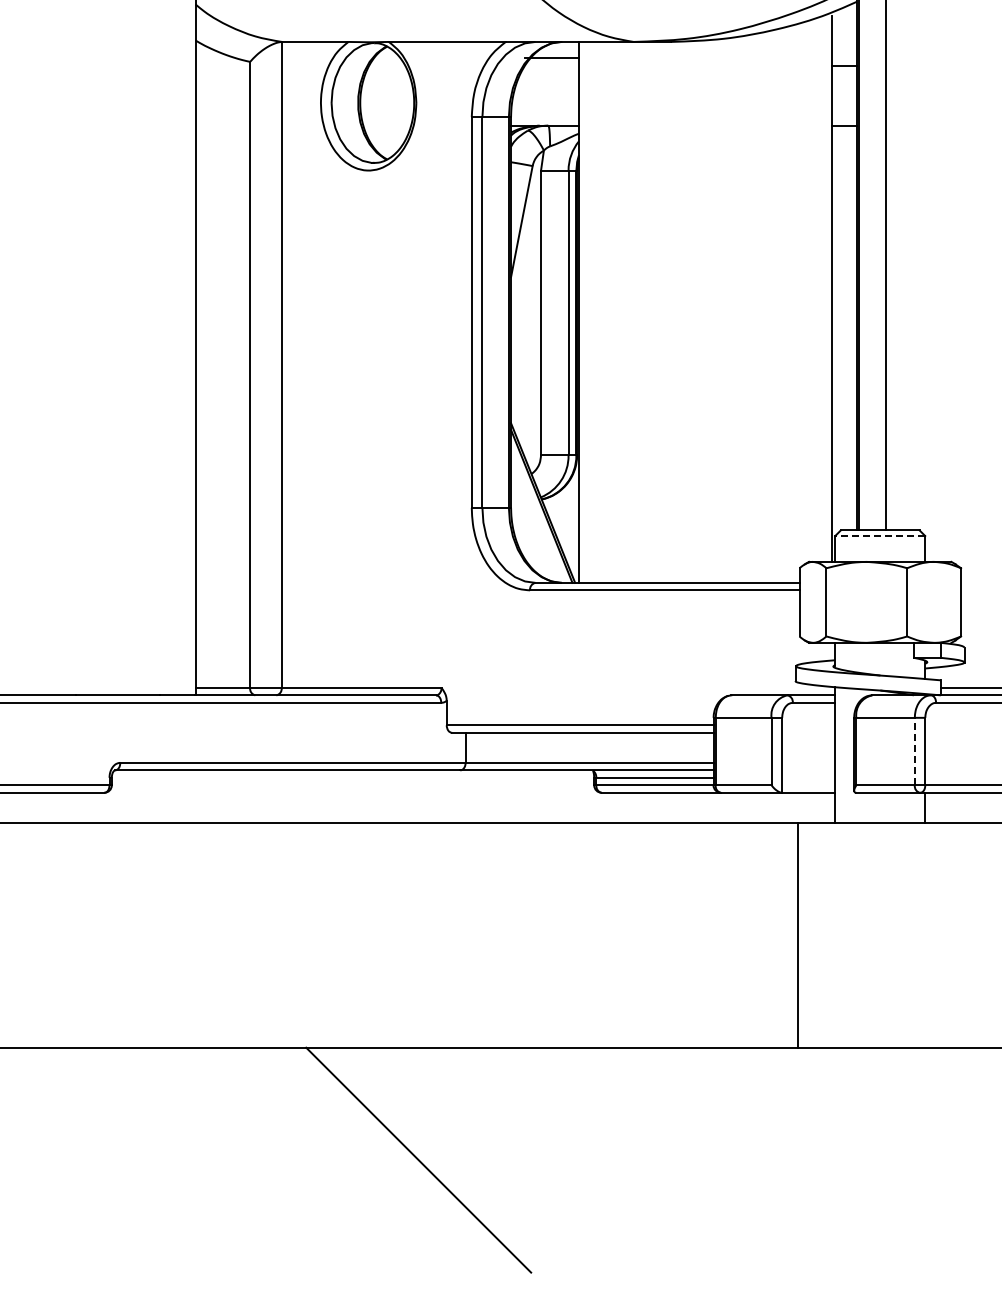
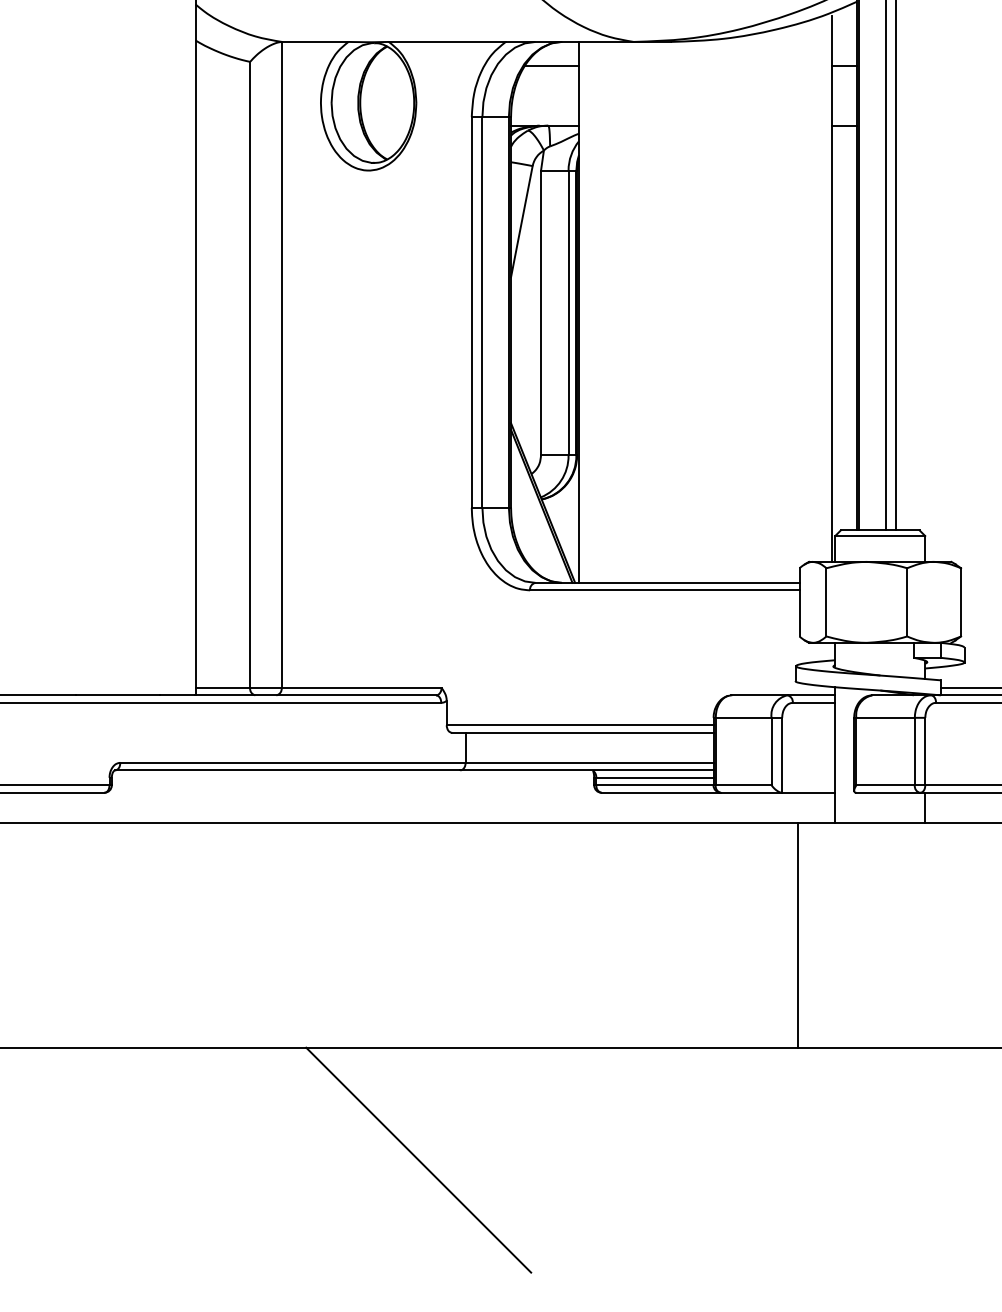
line at (551, 57) position: (551, 57) -> (551, 65)
line at (896, 266): none -> present
line at (880, 536): dashed -> solid
line at (914, 751): dashed -> solid
